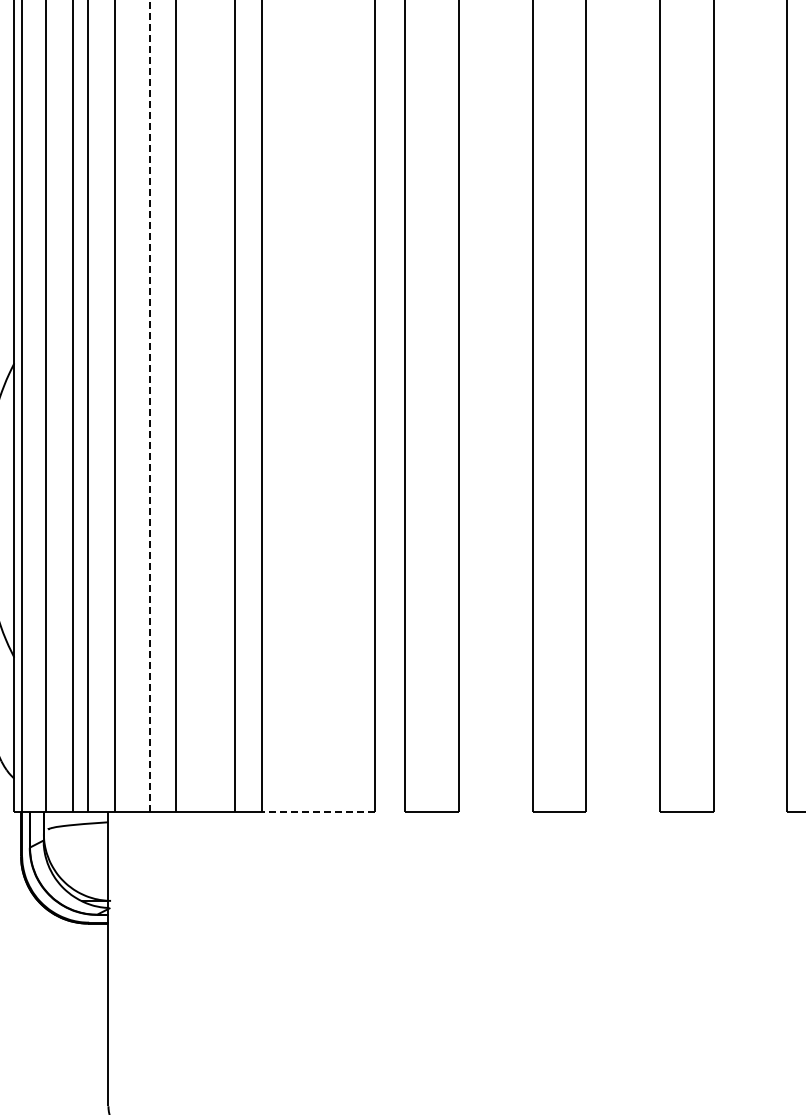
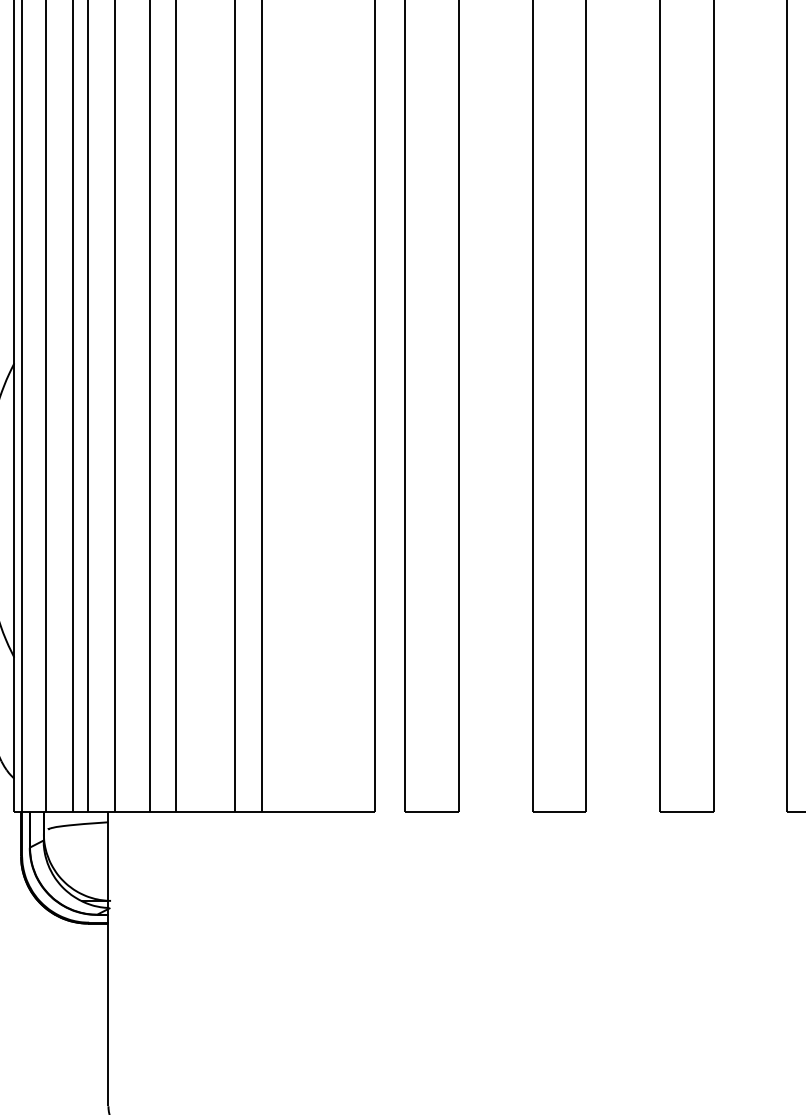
line at (149, 406): dashed -> solid
line at (317, 812): dashed -> solid
